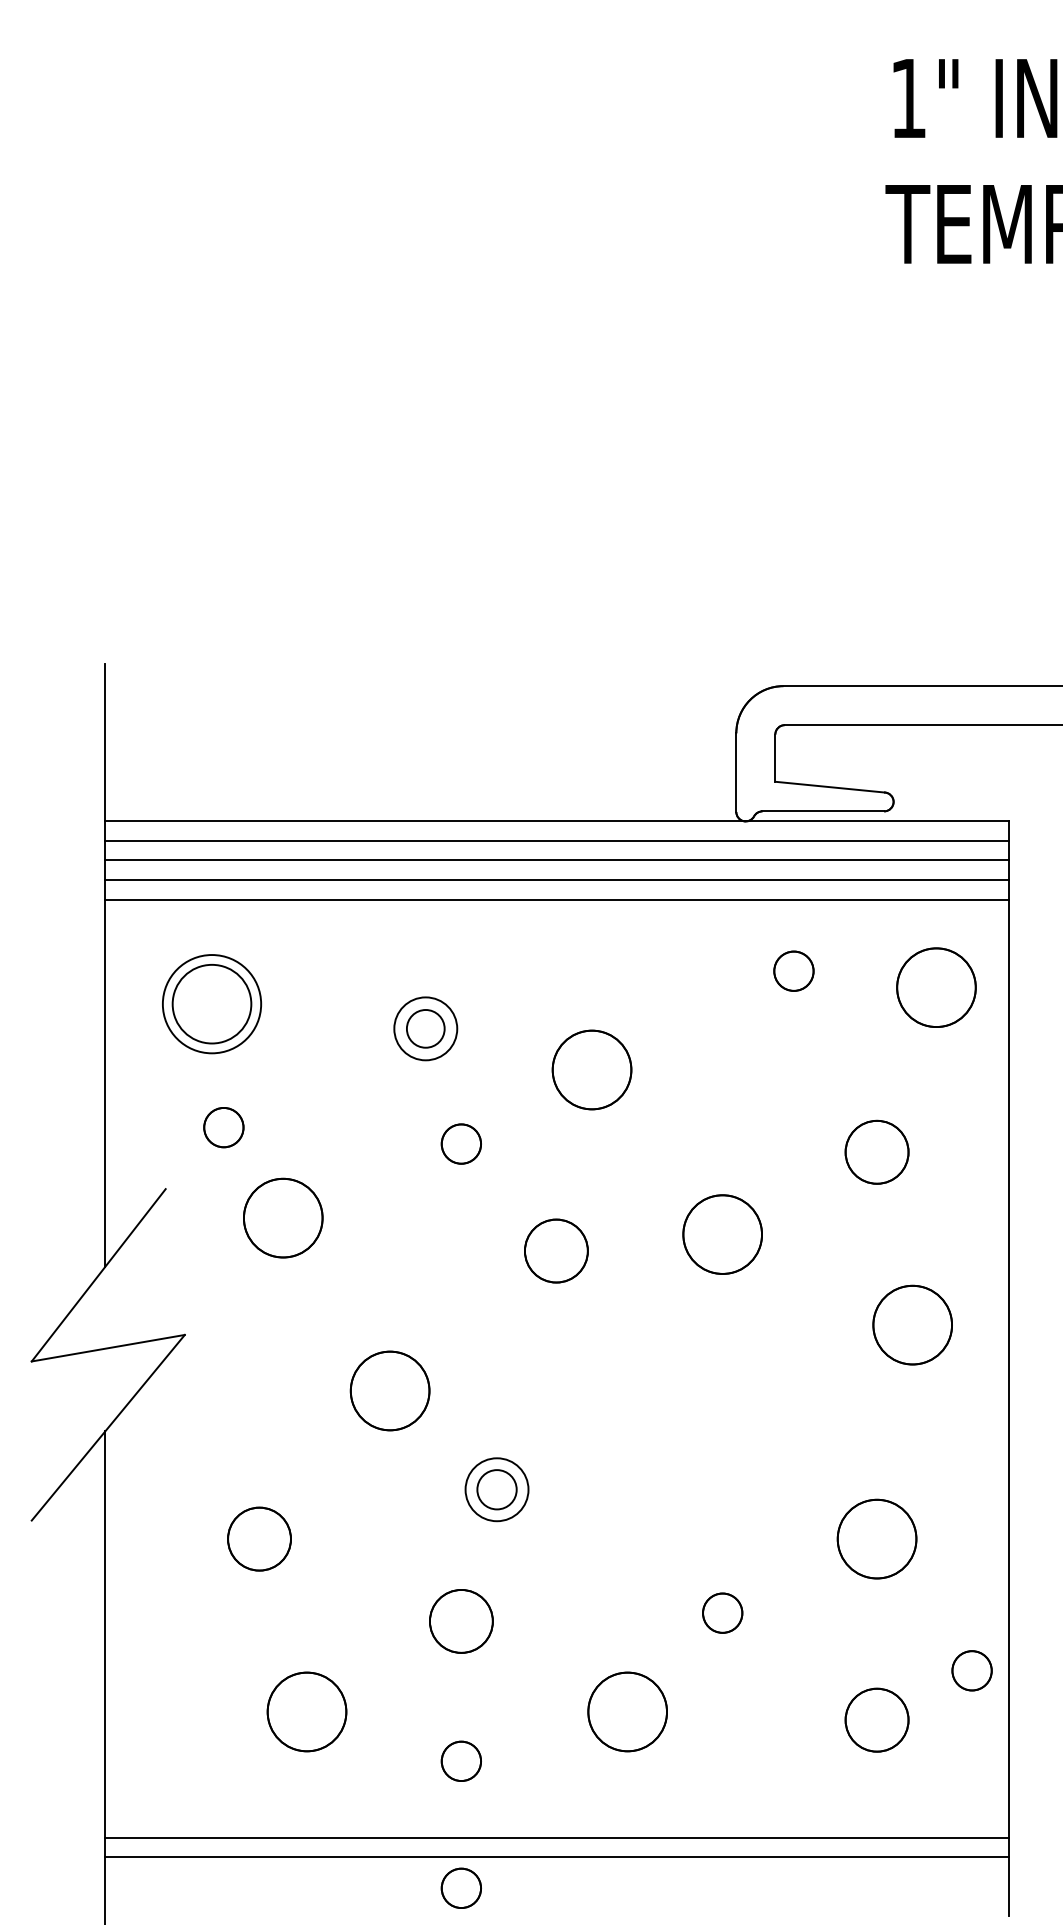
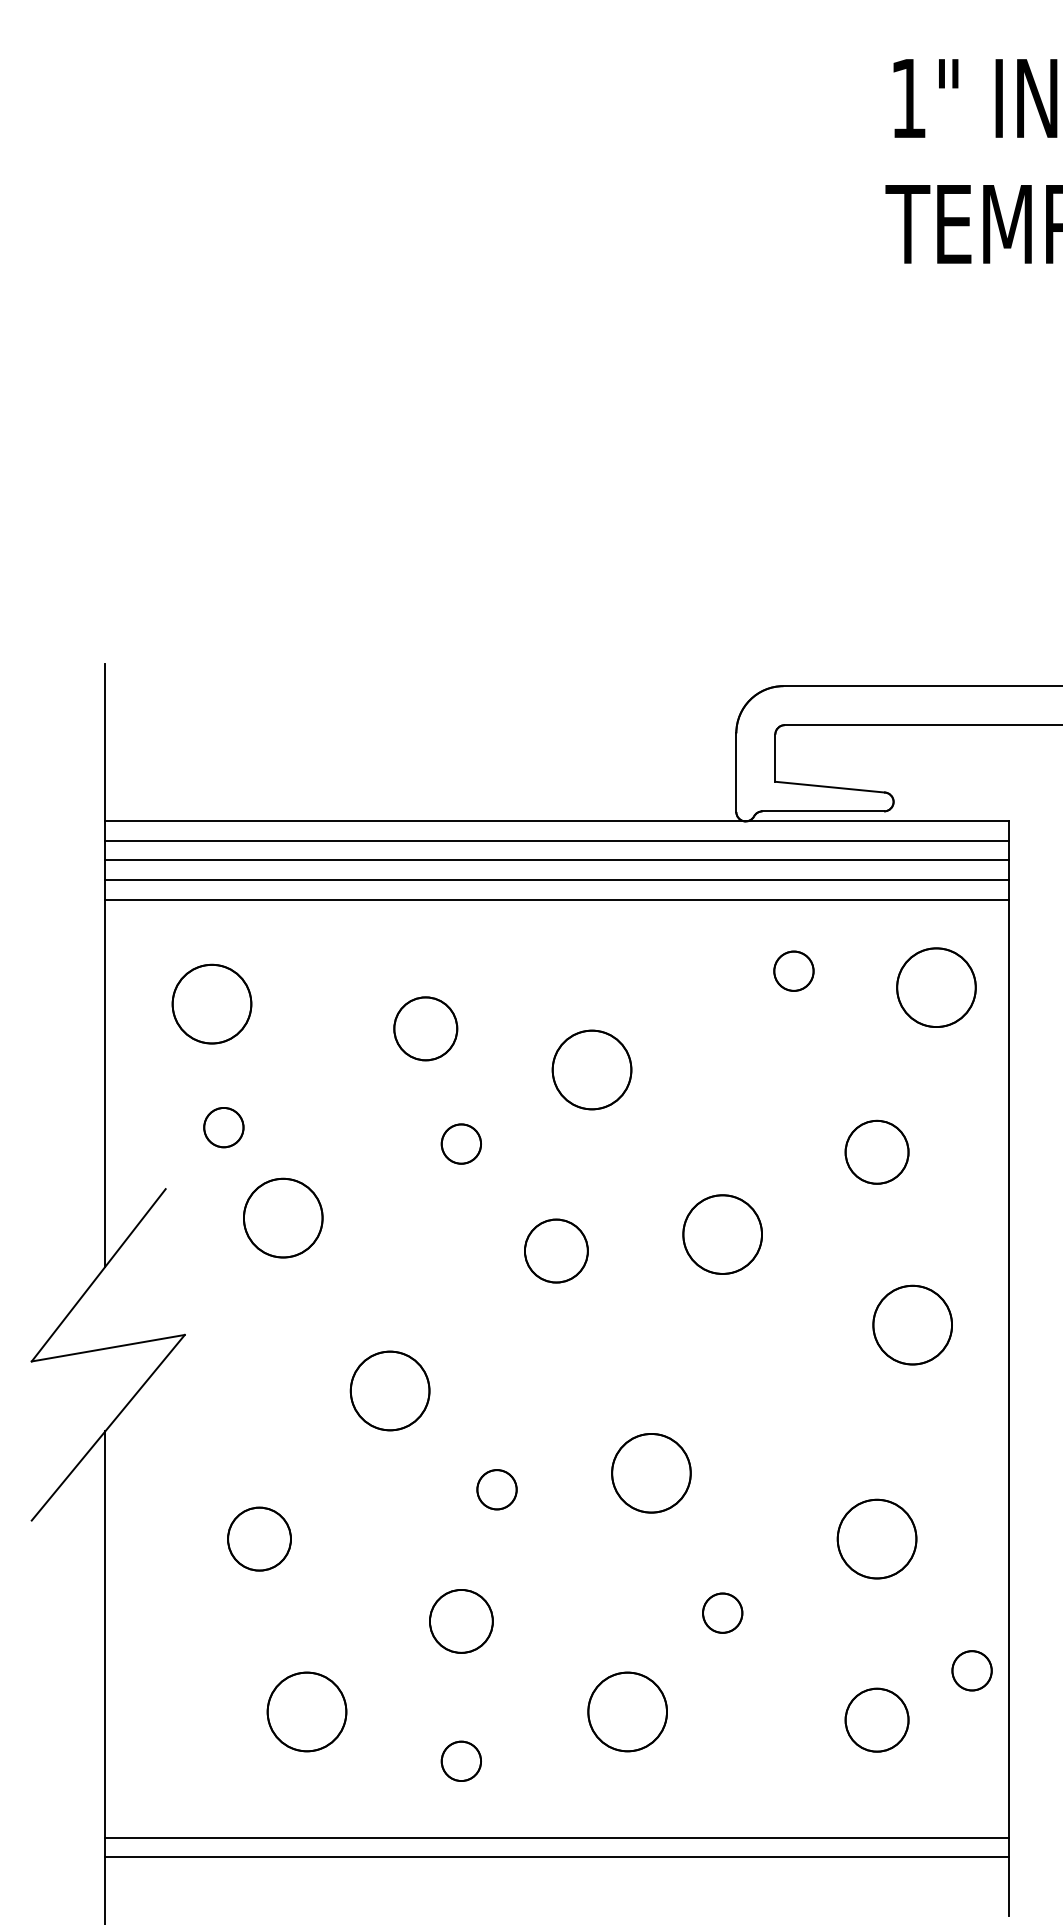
circle at (211, 1004) diameter: 98 px -> 79 px
circle at (425, 1028) diameter: 38 px -> 63 px
circle at (651, 1473): none -> present
circle at (496, 1489) diameter: 63 px -> 39 px
circle at (460, 1887): present -> none
